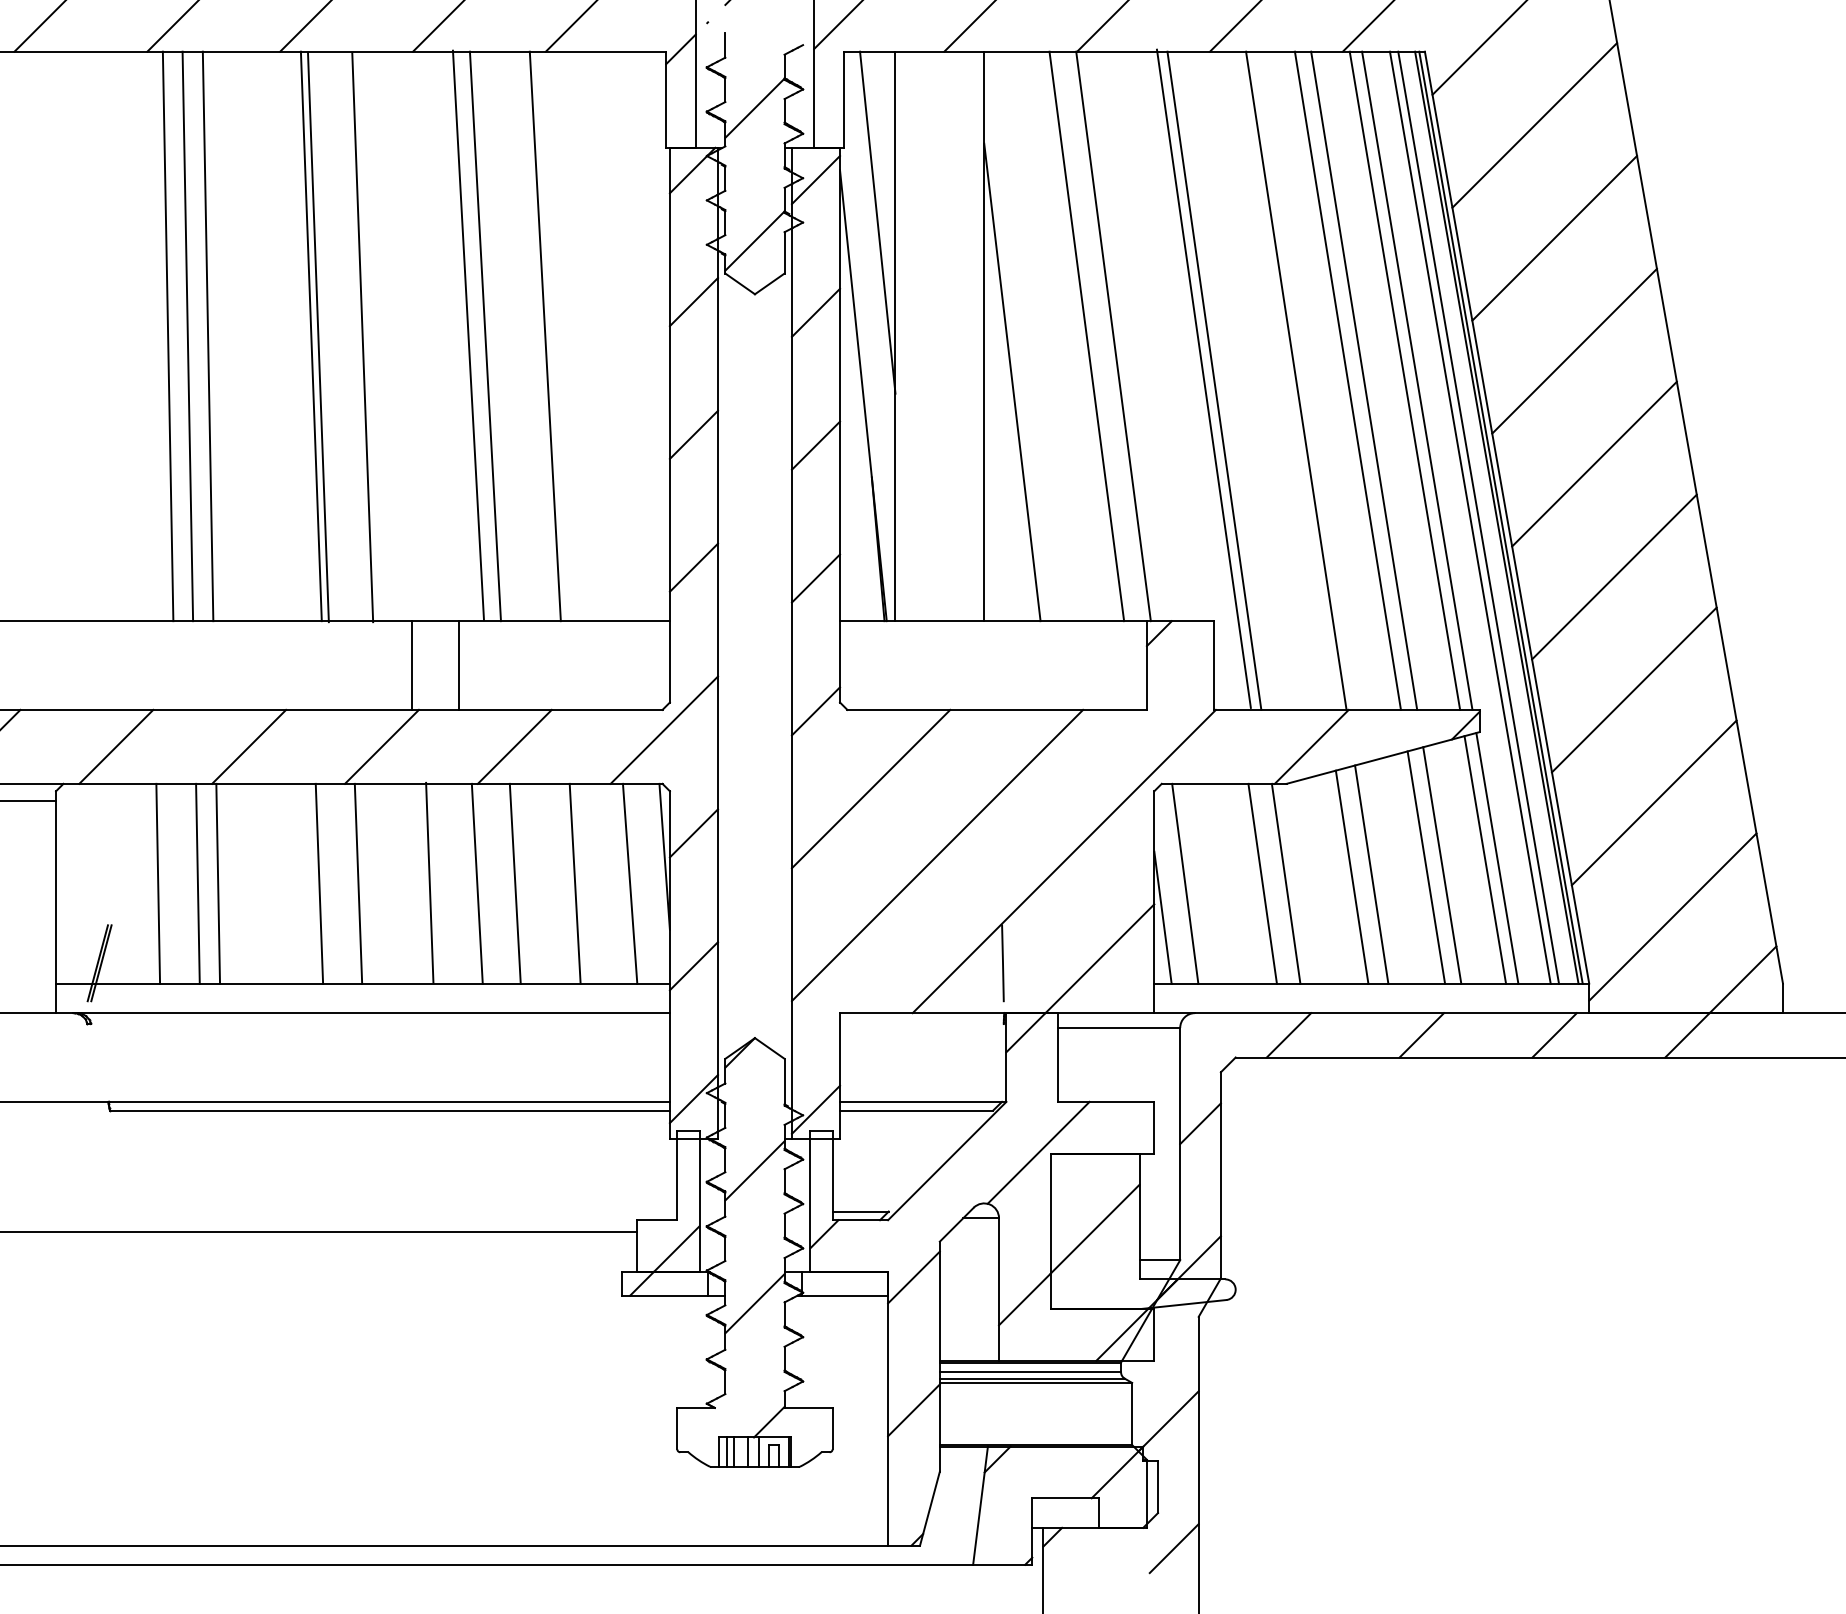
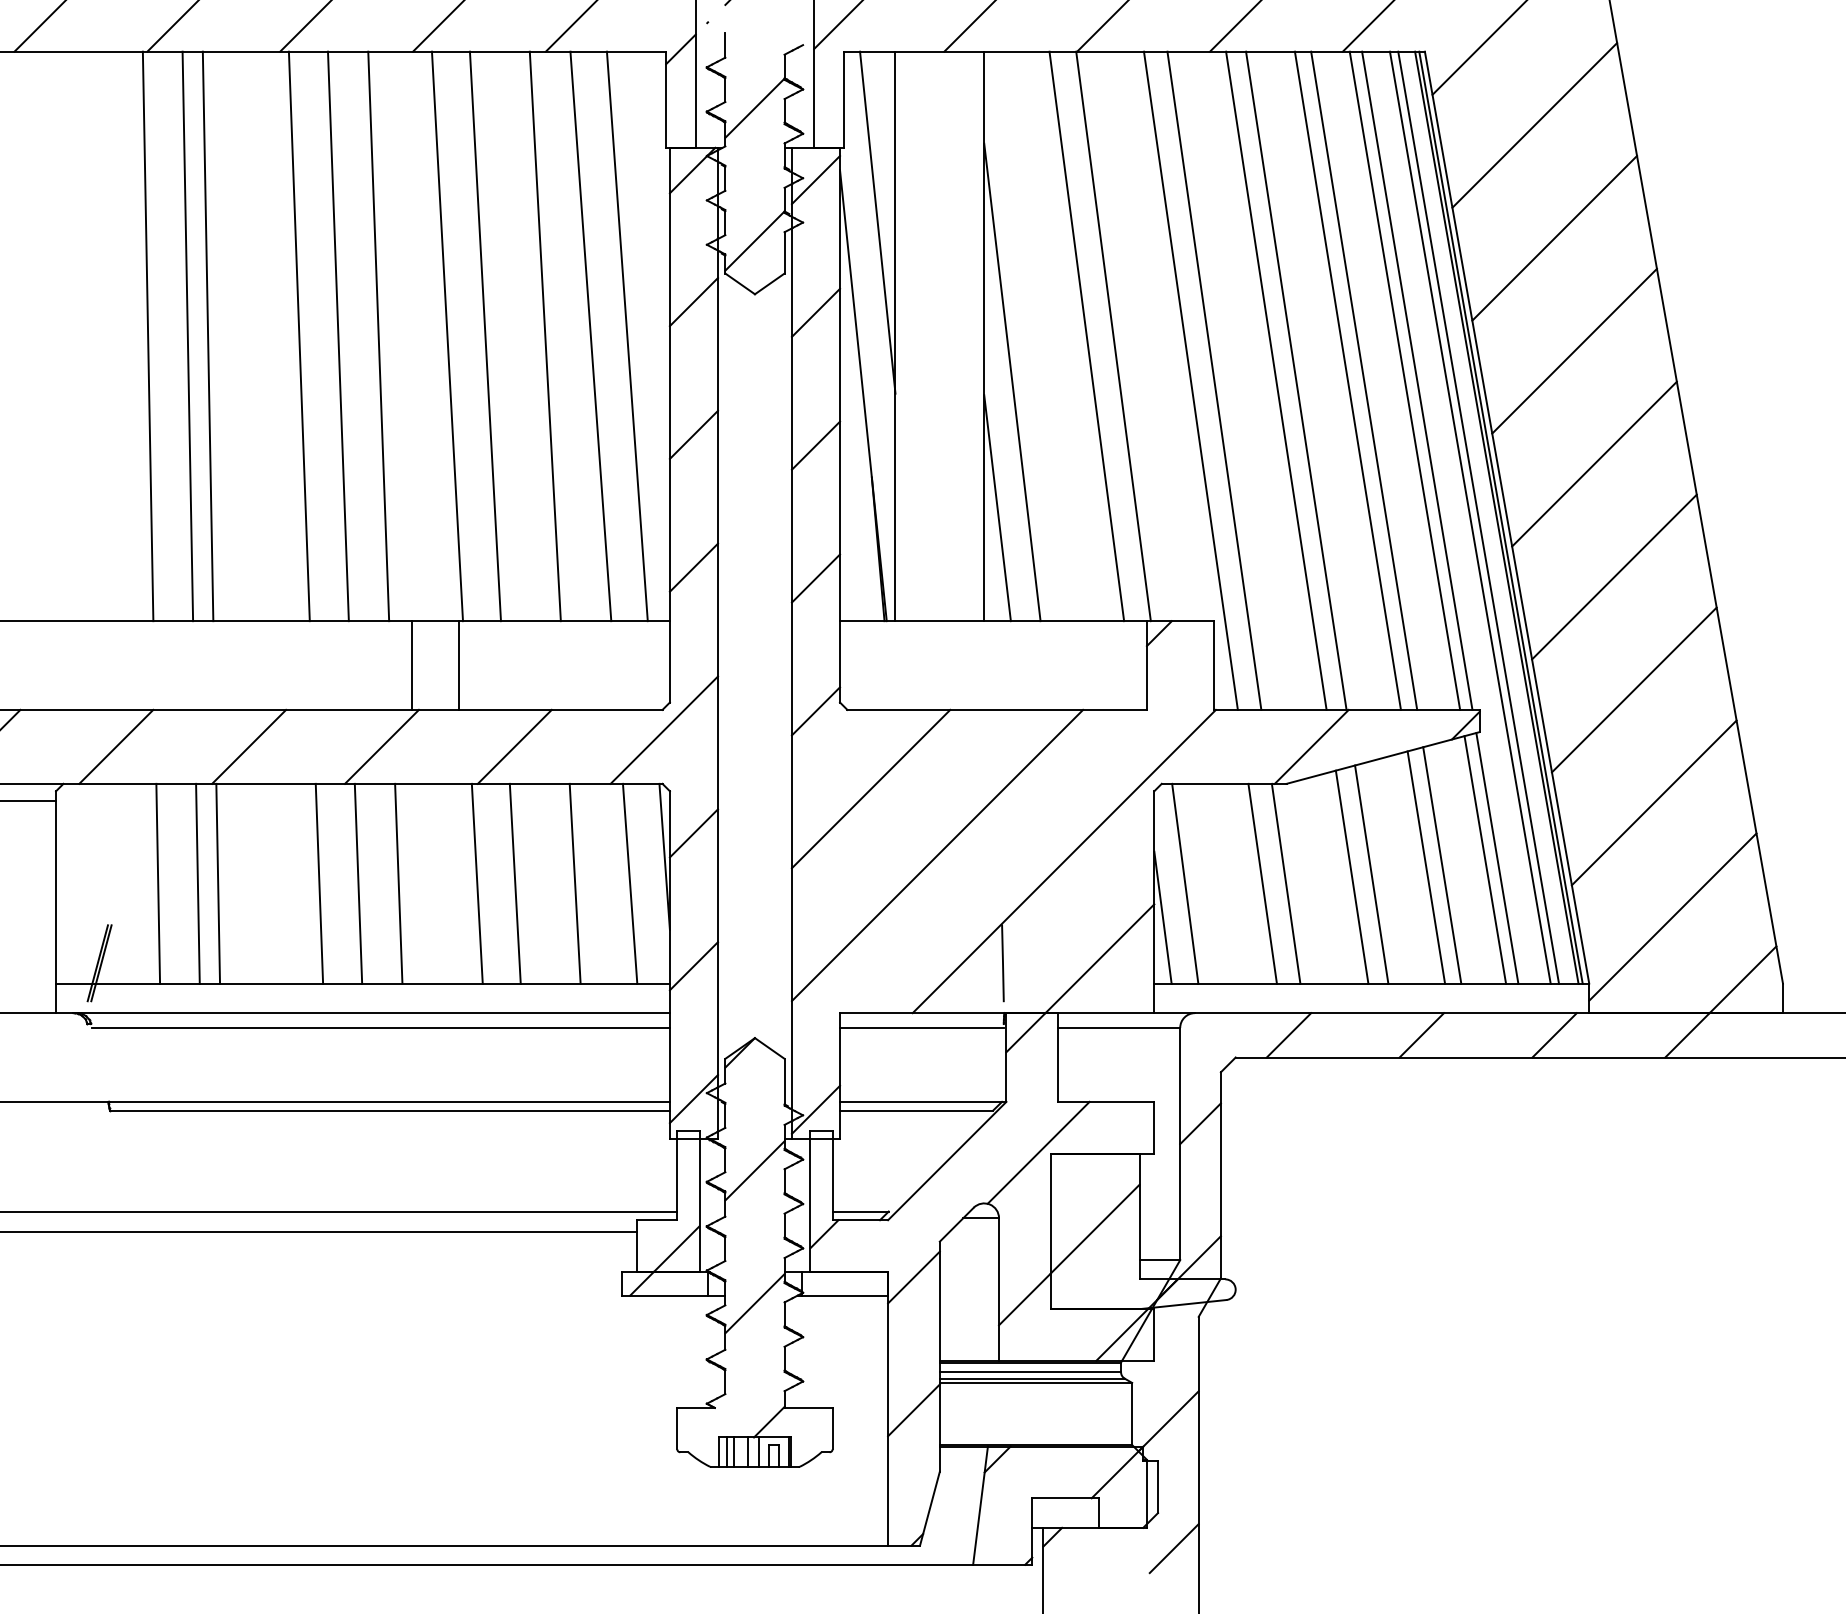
line at (468, 335) position: (468, 335) -> (447, 336)
line at (167, 336) position: (167, 336) -> (147, 336)
line at (310, 336) position: (310, 336) -> (298, 336)
line at (590, 336): none -> present
line at (626, 336): none -> present
line at (317, 337) position: (317, 337) -> (337, 336)
line at (362, 337) position: (362, 337) -> (378, 336)
line at (1203, 378) position: (1203, 378) -> (1190, 380)
line at (1276, 380): none -> present
line at (997, 508): none -> present
line at (429, 882) position: (429, 882) -> (398, 883)
line at (380, 1027): none -> present
line at (921, 1027): none -> present
line at (339, 1211): none -> present
